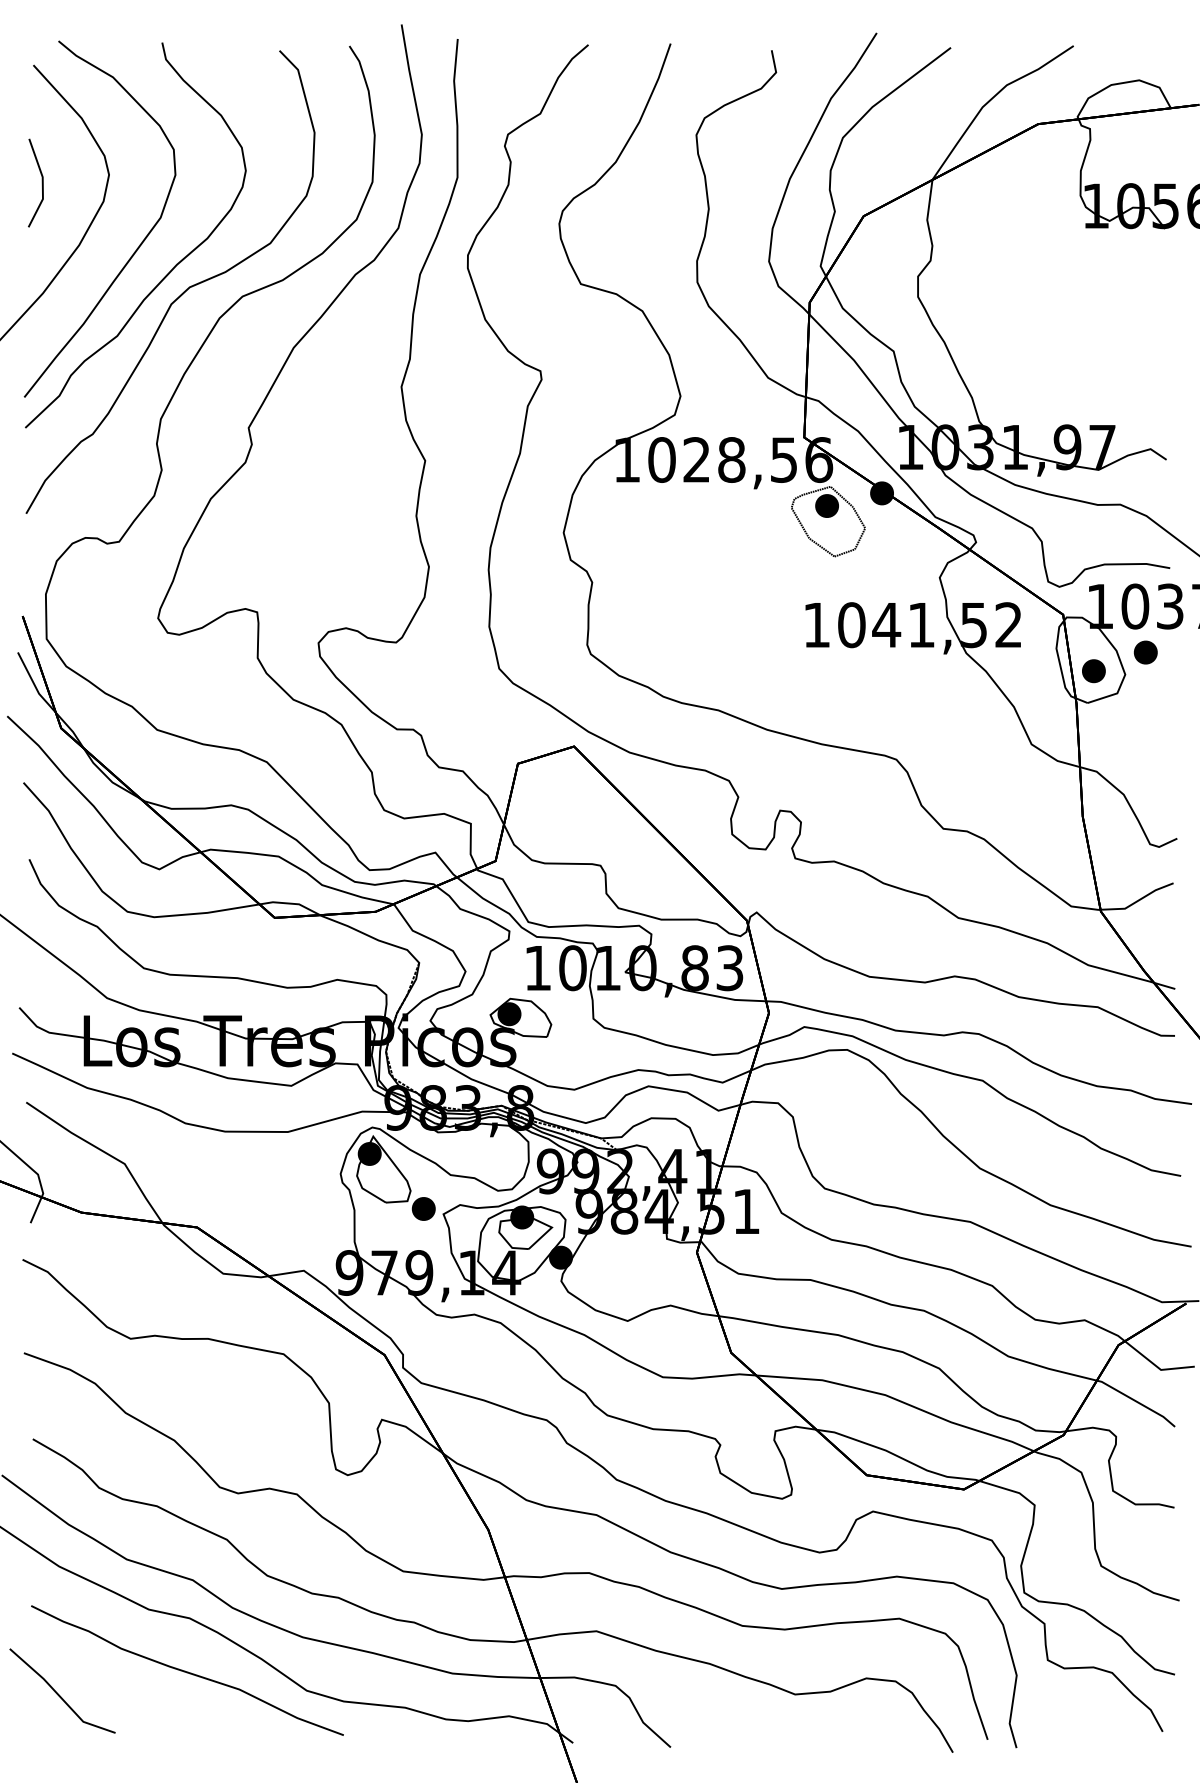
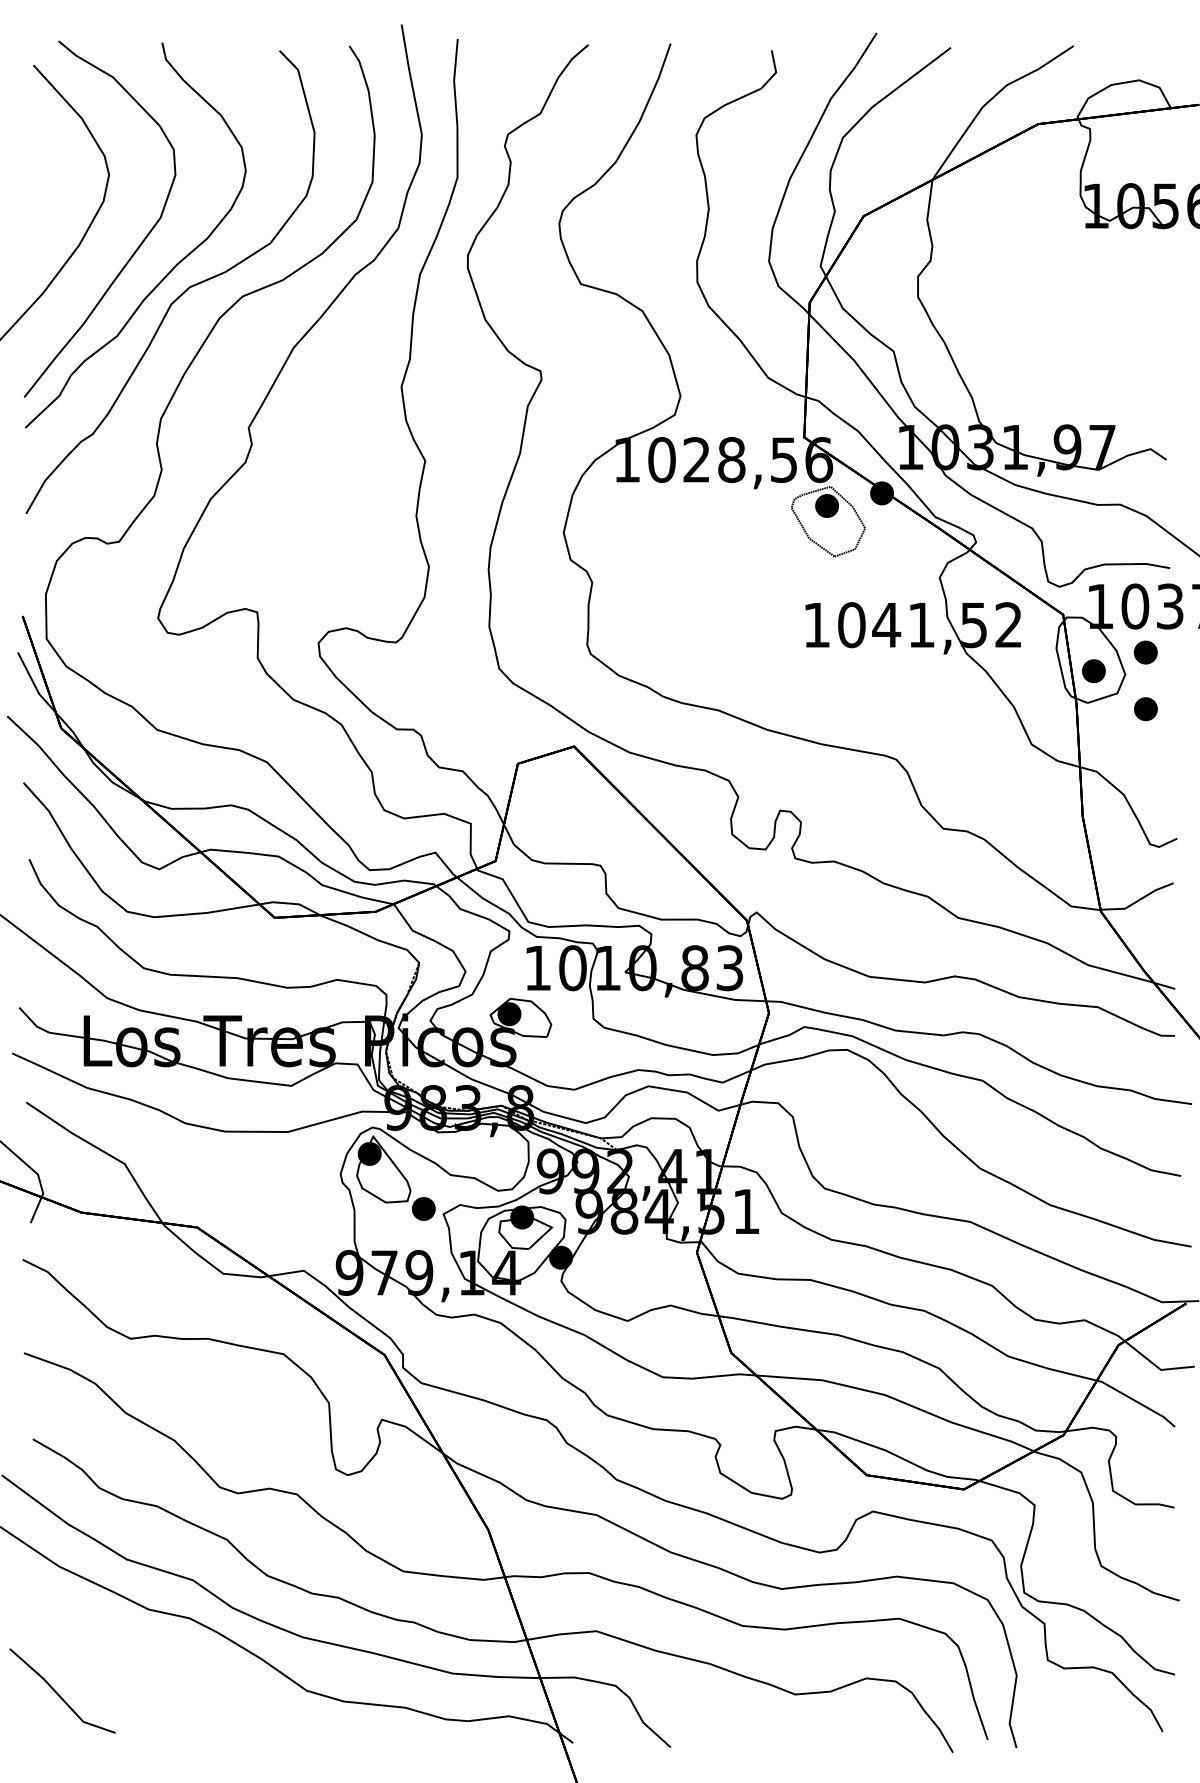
line at (41, 182): present -> none
part at (1145, 709): none -> present
curve at (187, 1671): present -> none
